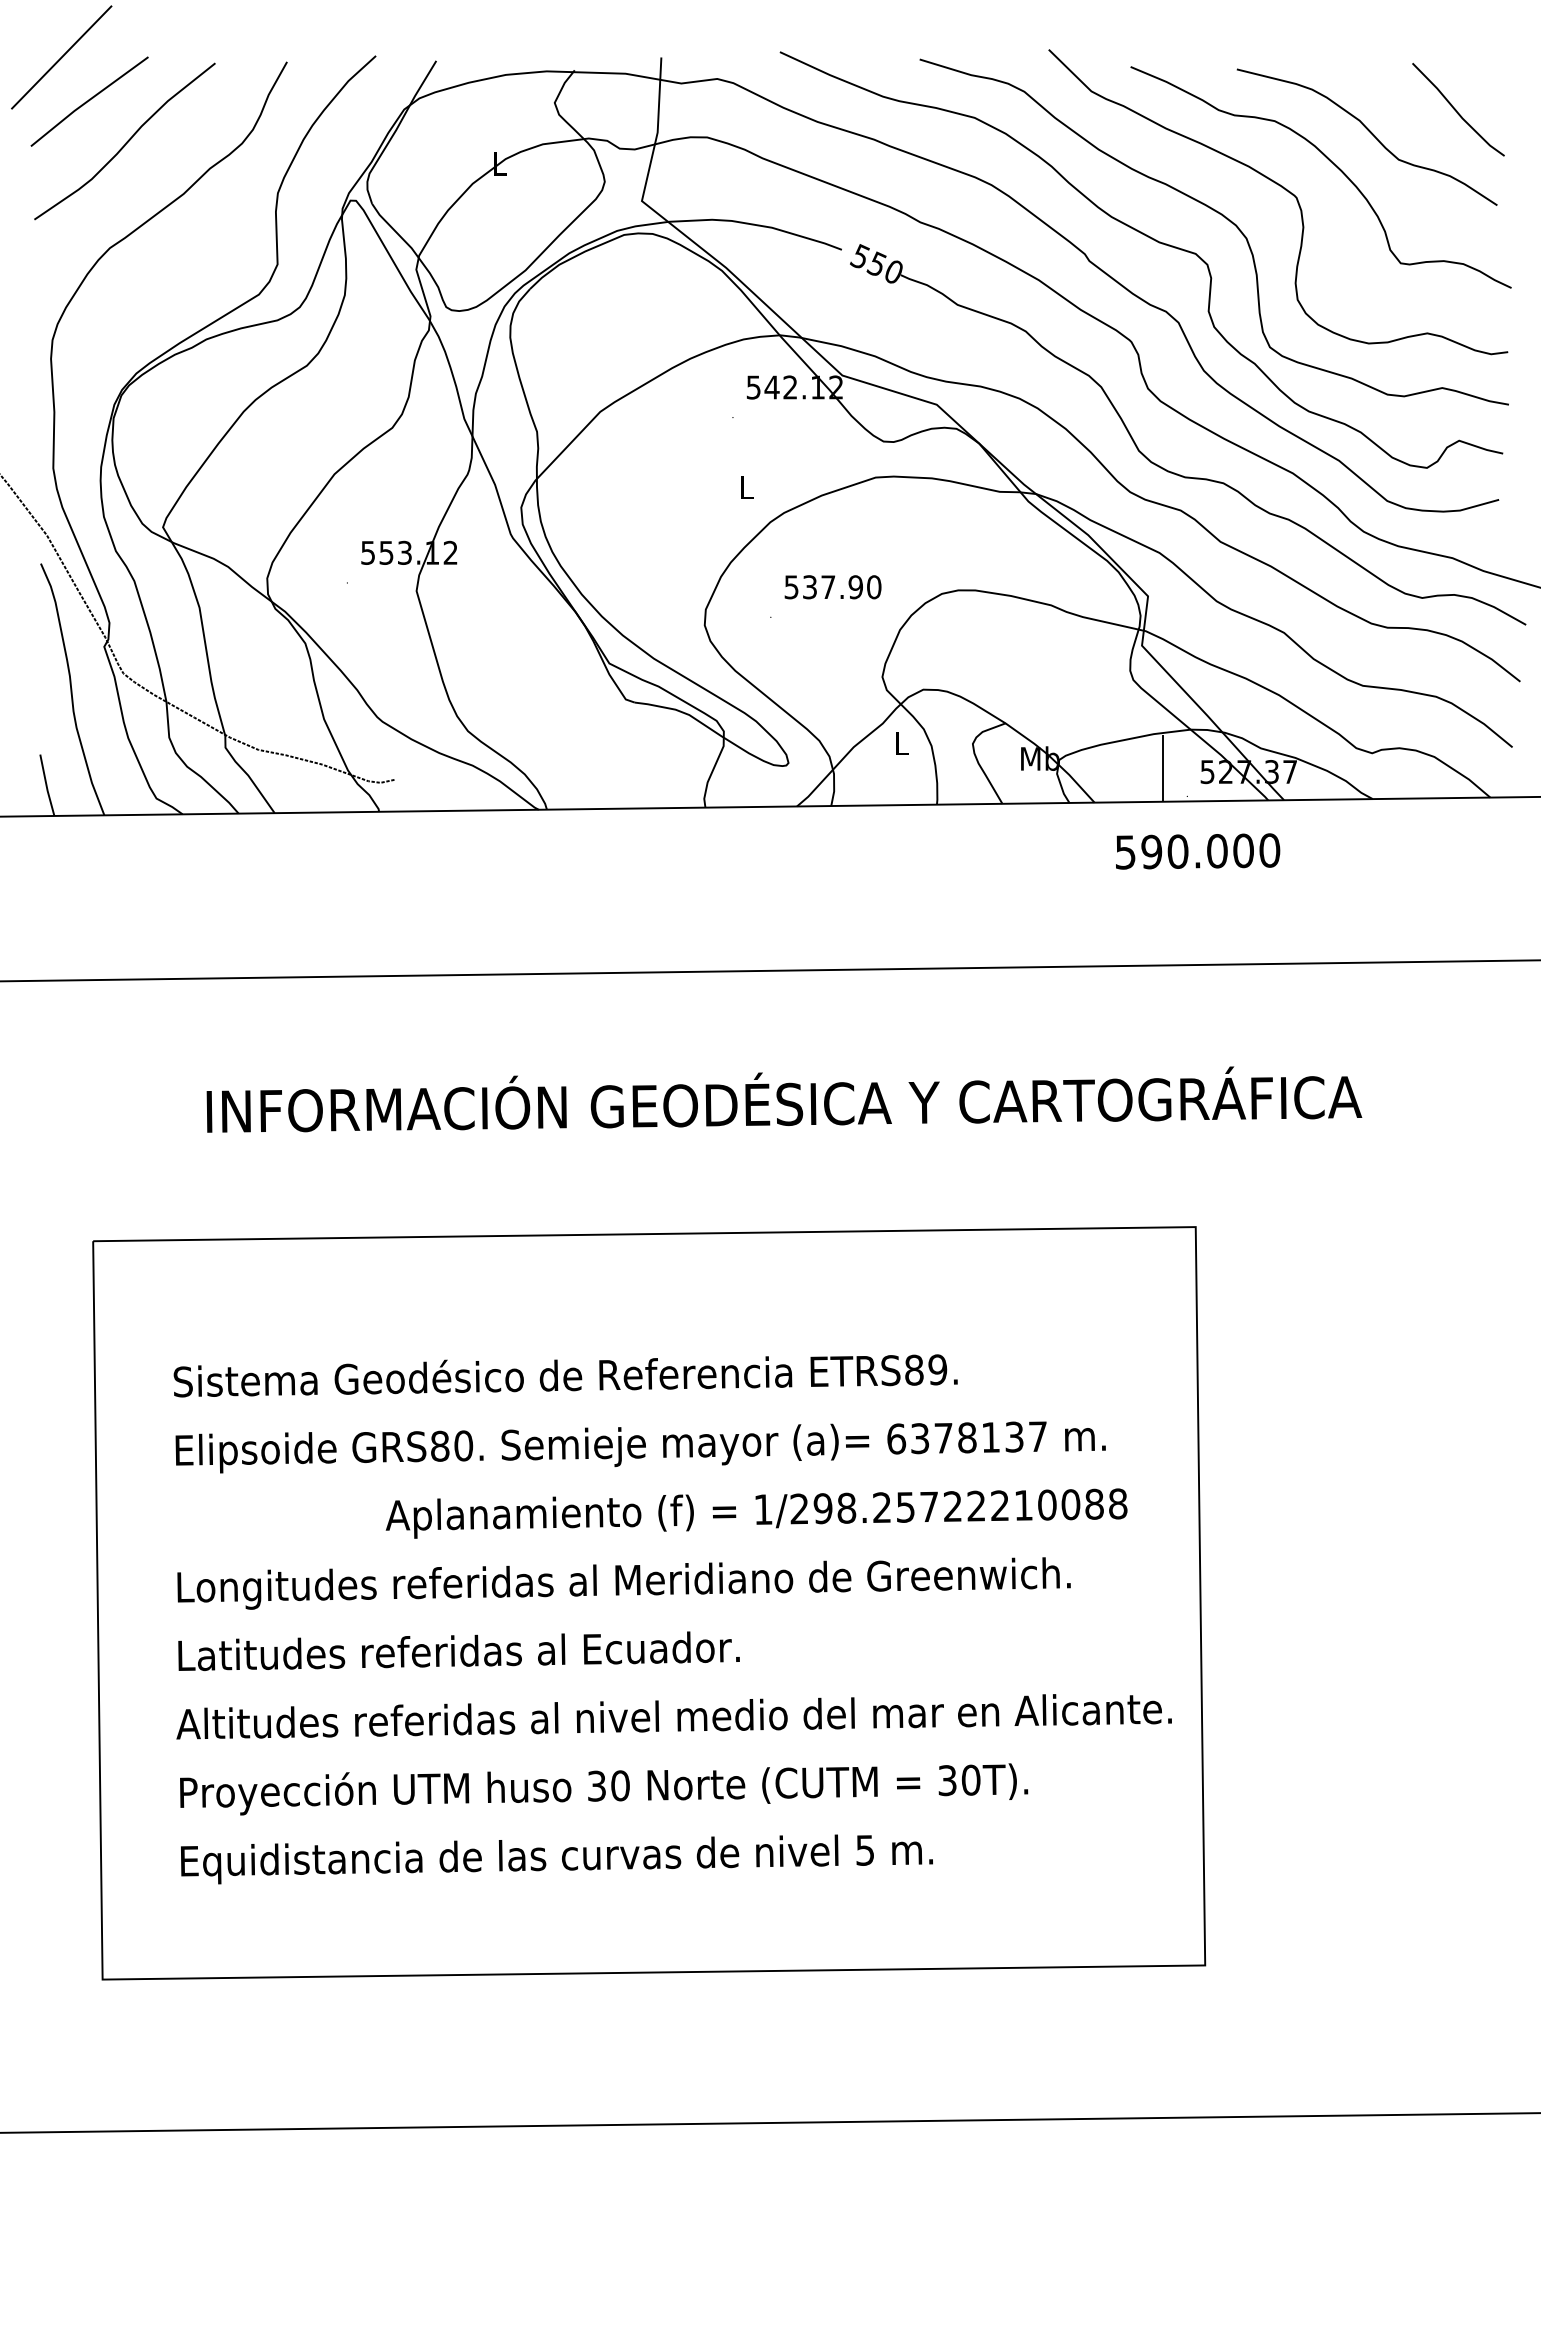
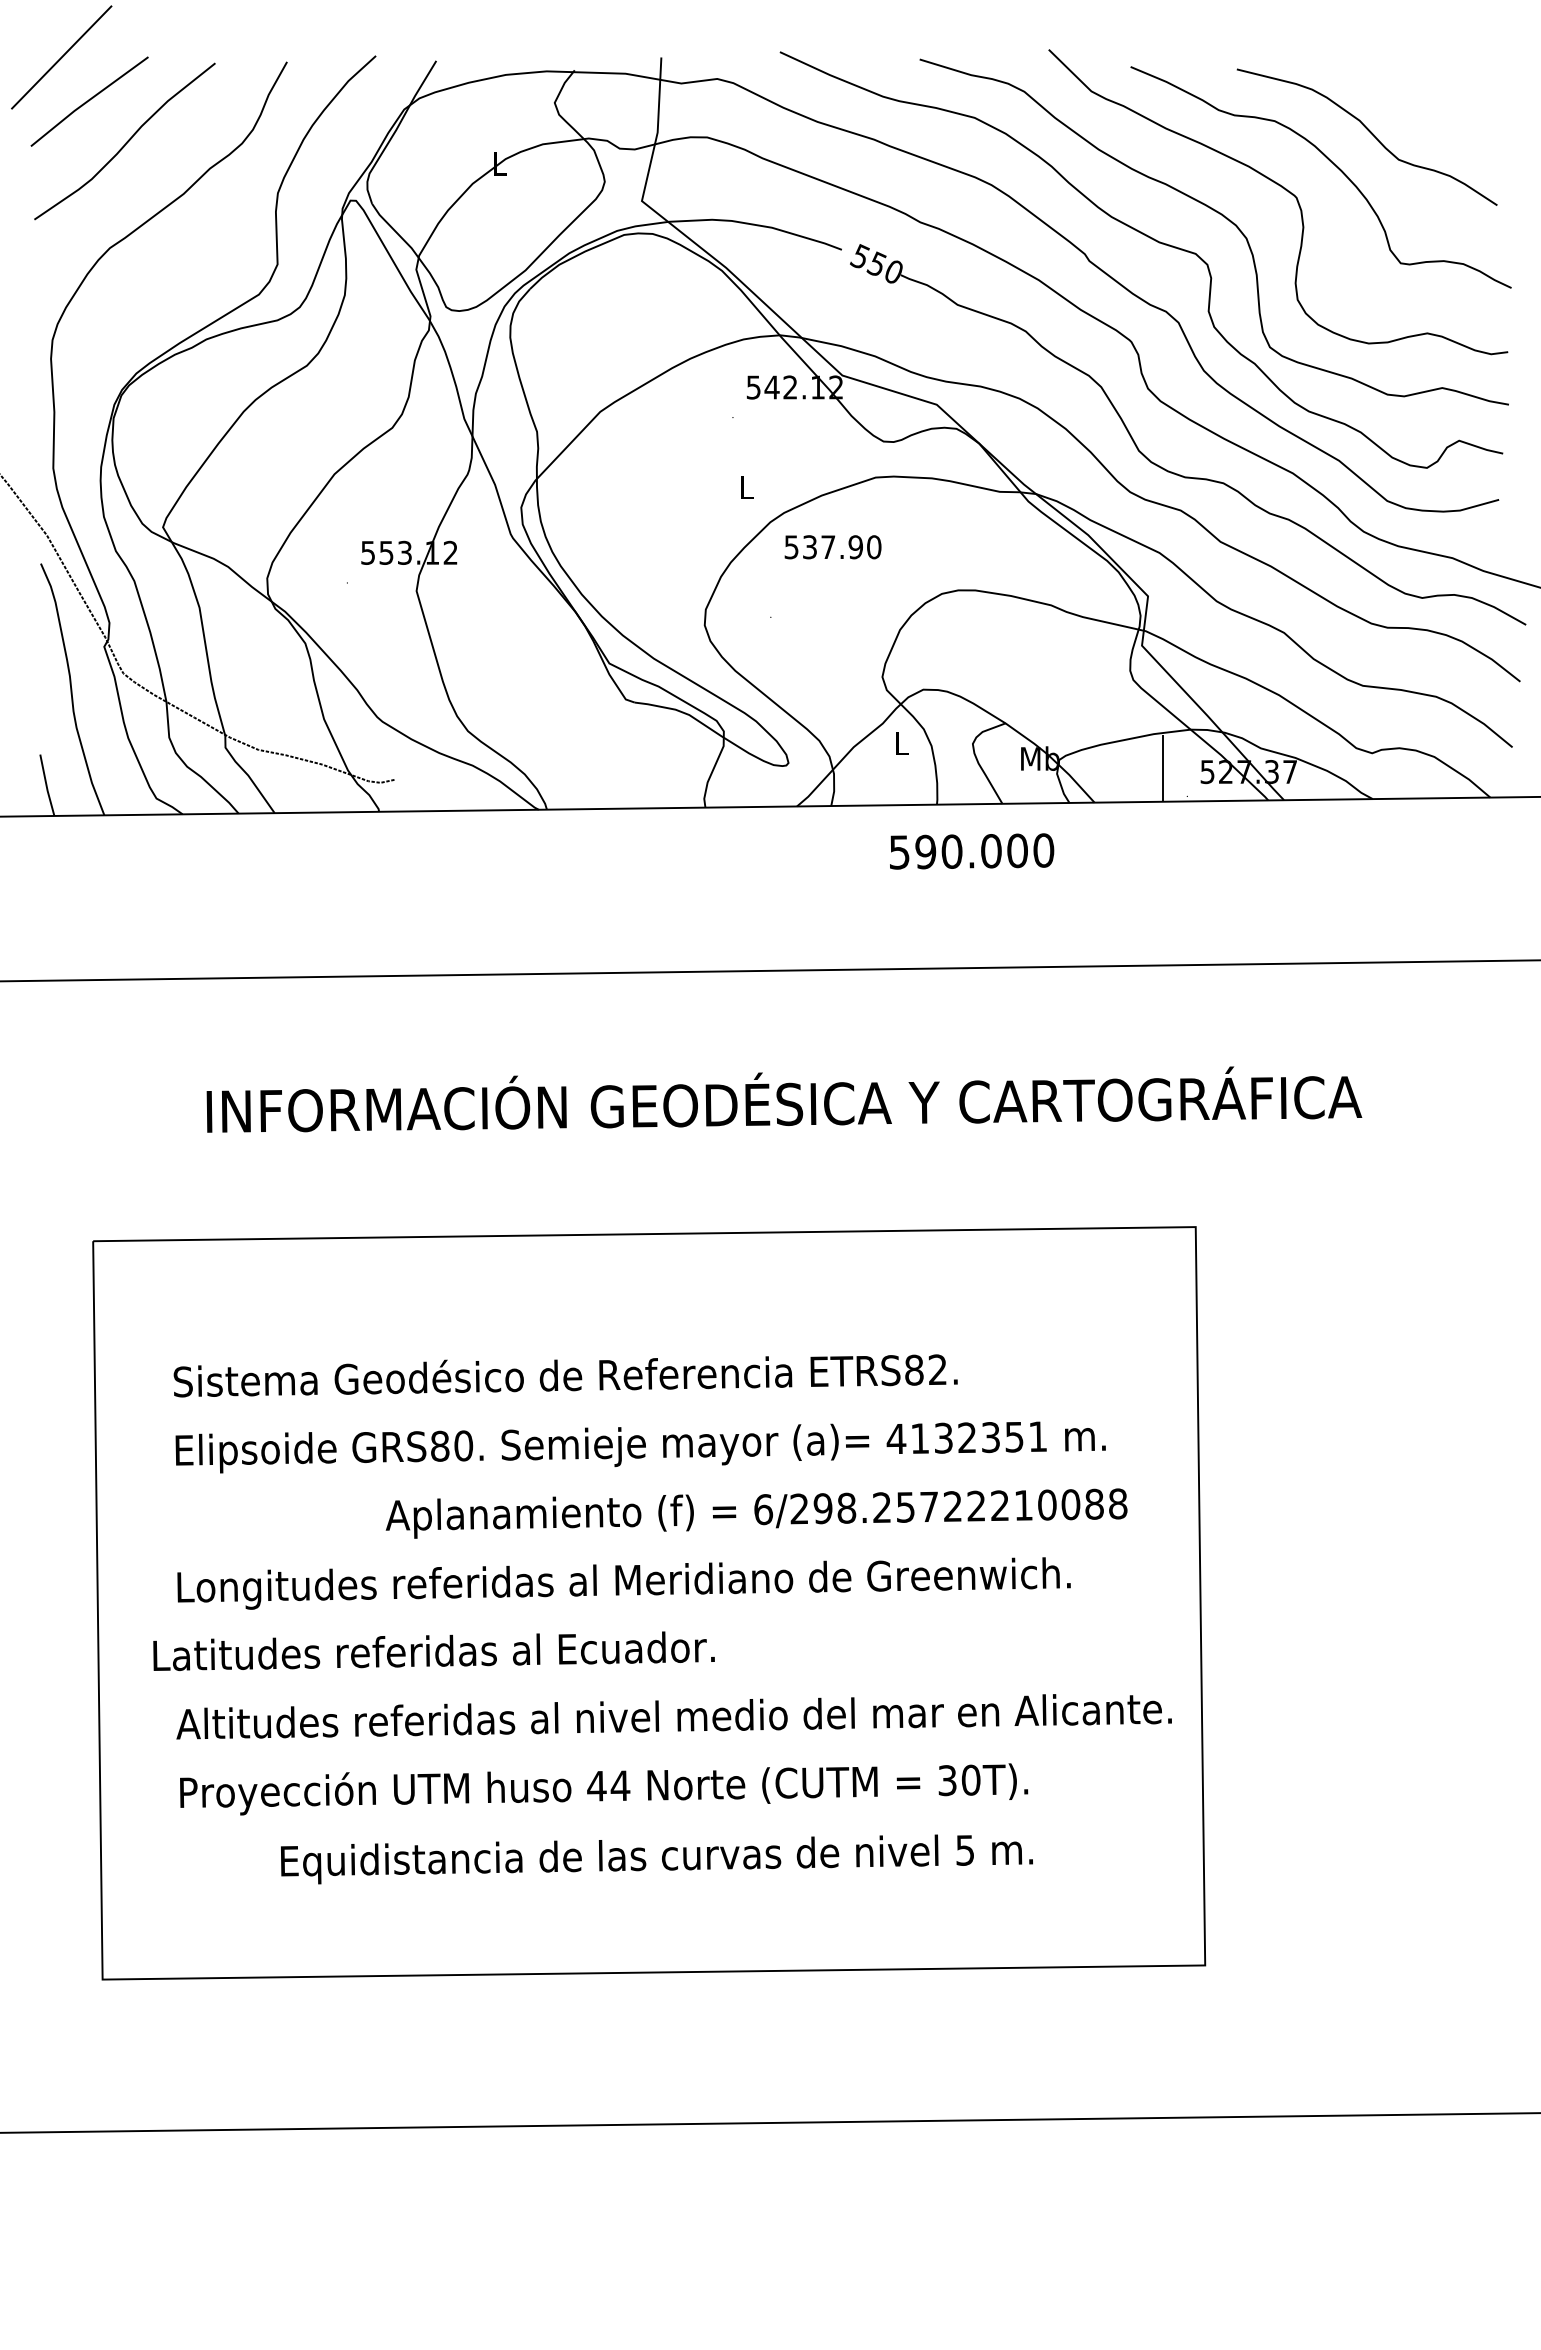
line at (1457, 110): present -> none
text at (832, 587) position: (832, 587) -> (832, 547)
text at (1198, 851) position: (1198, 851) -> (972, 851)
text at (937, 1369): ETRS89. -> ETRS82.
text at (966, 1437): 6378137 -> 4132351
text at (763, 1509): 1/298.25722210088 -> 6/298.25722210088
text at (458, 1651) position: (458, 1651) -> (433, 1651)
text at (608, 1785): 30 -> 44
text at (556, 1859) position: (556, 1859) -> (656, 1859)
